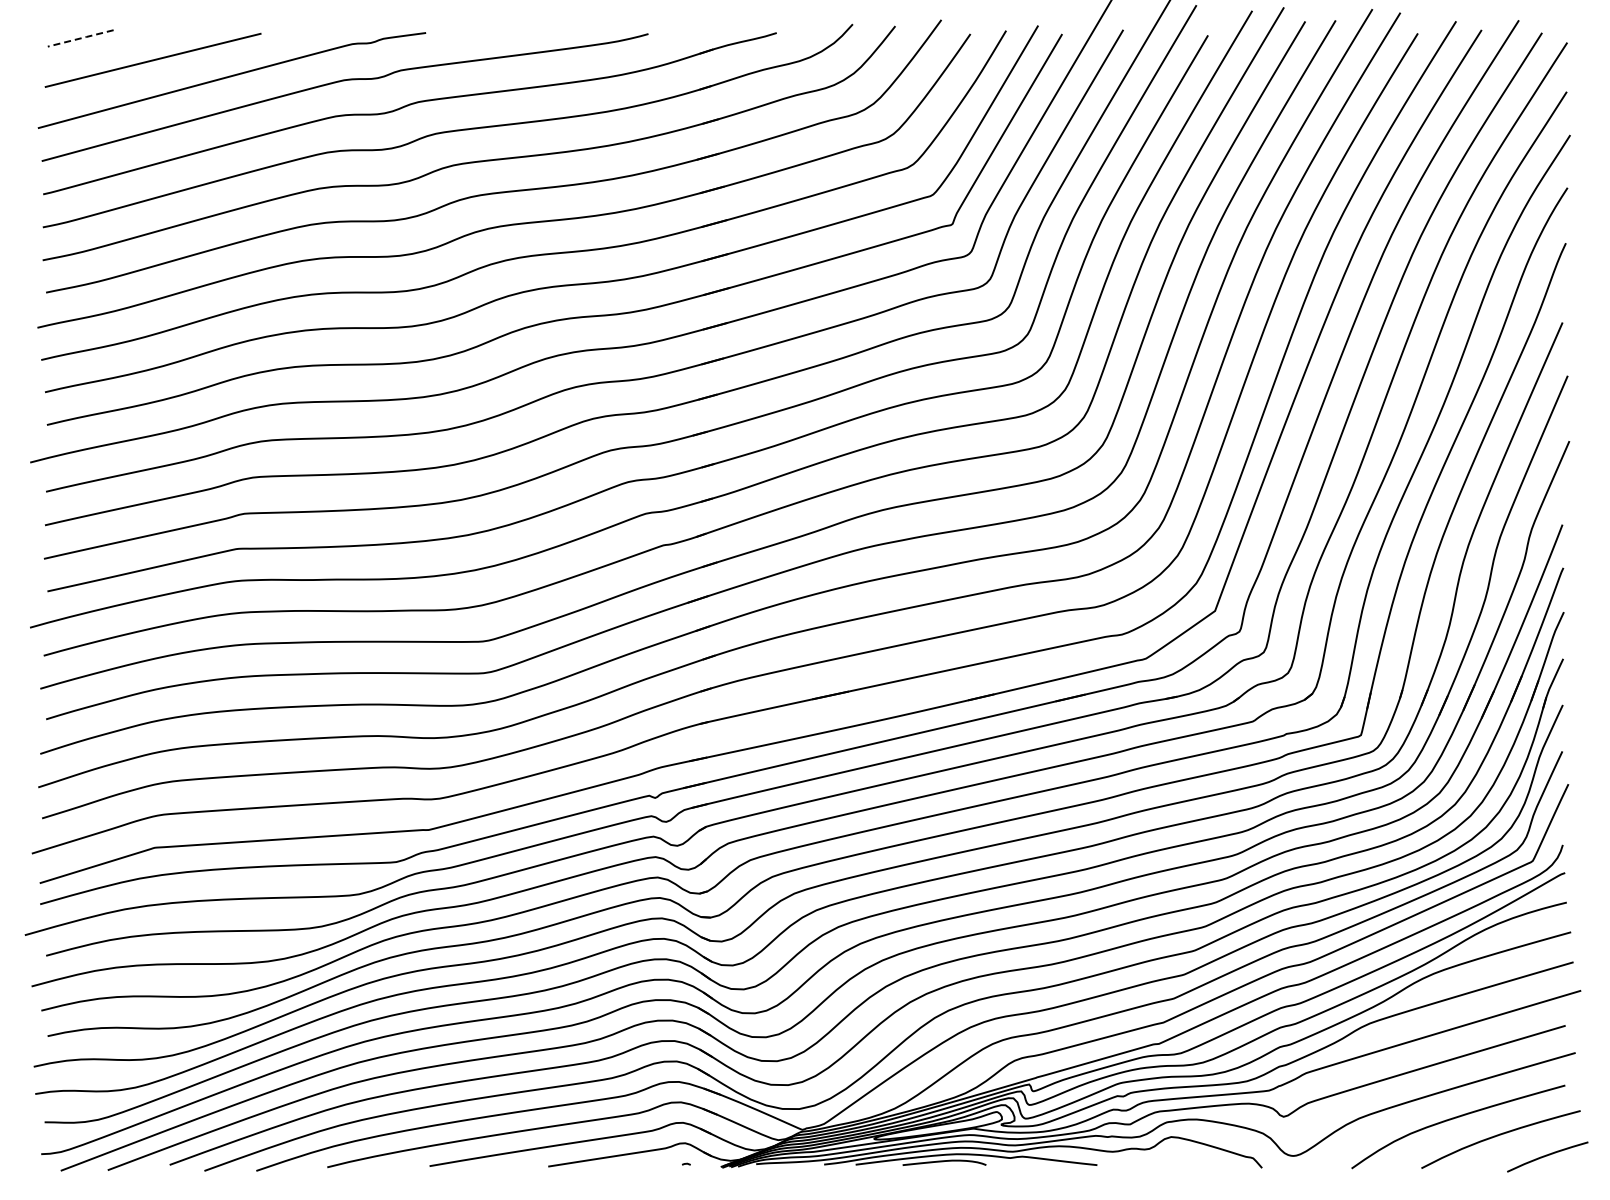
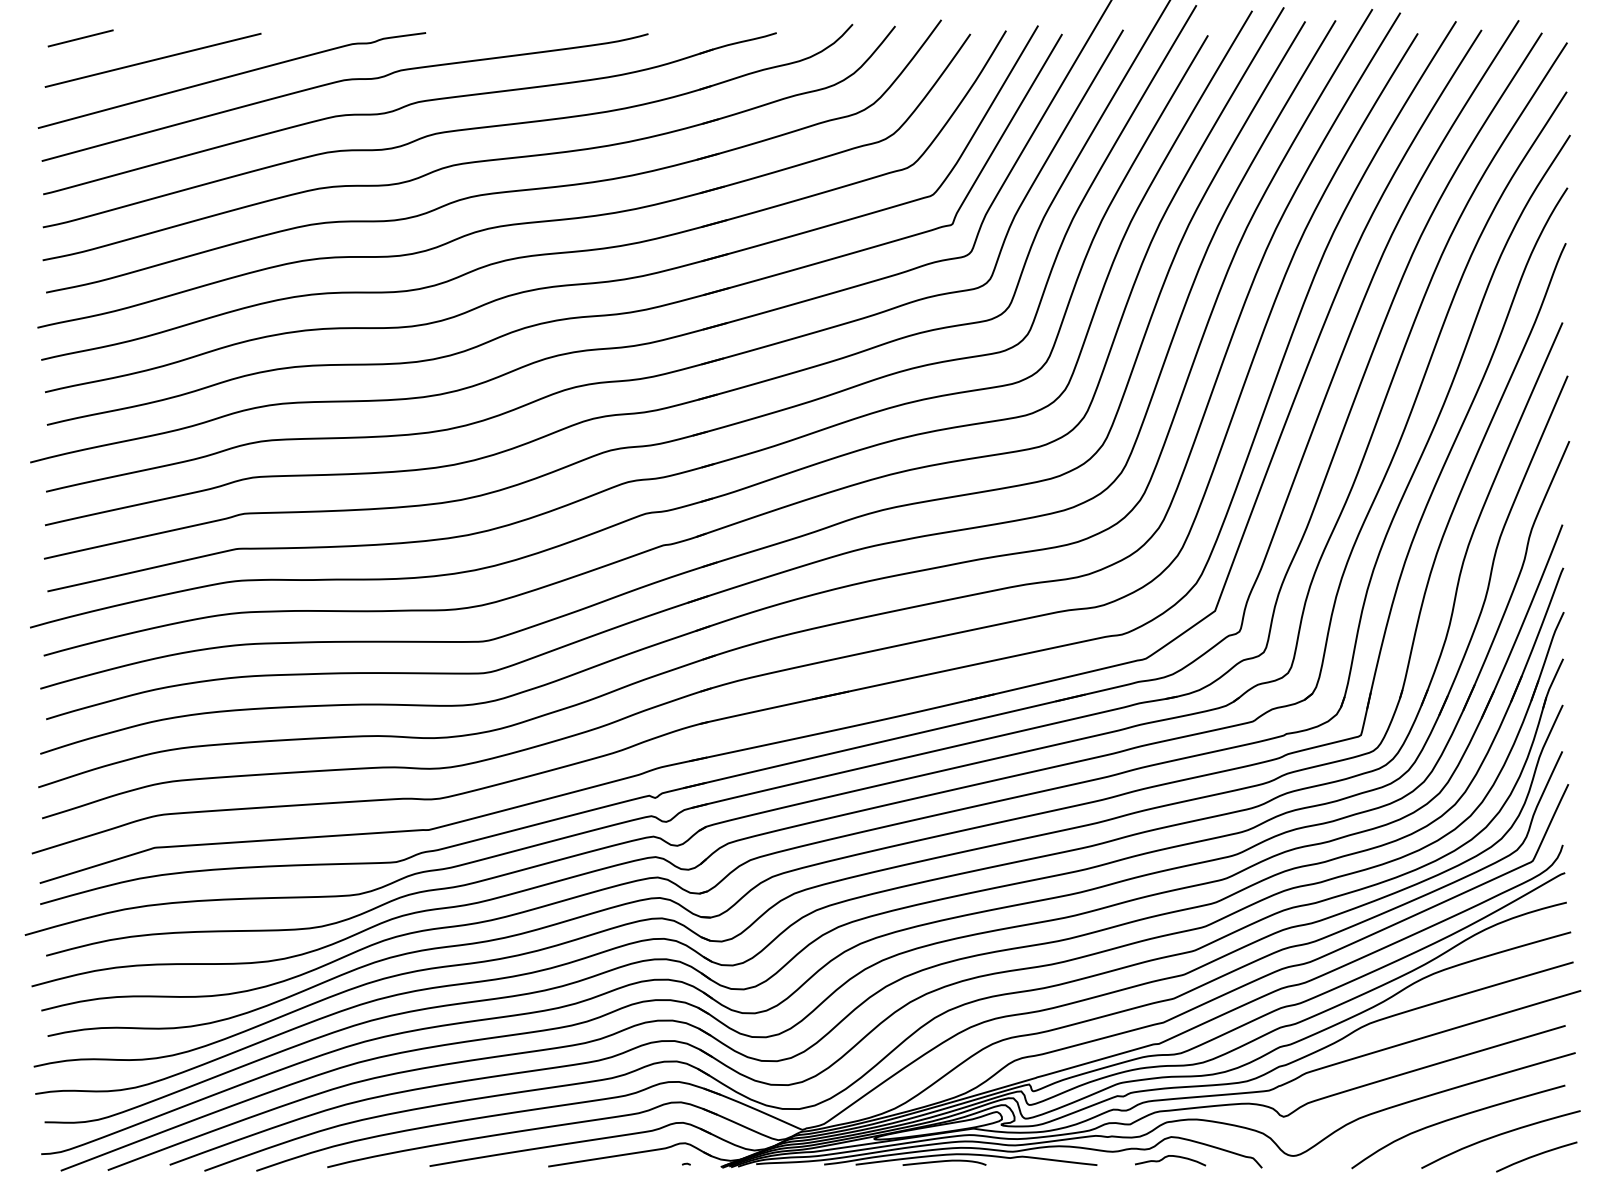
line at (80, 38): dashed -> solid
curve at (1170, 1156): none -> present
curve at (1547, 1156) position: (1547, 1156) -> (1536, 1156)
